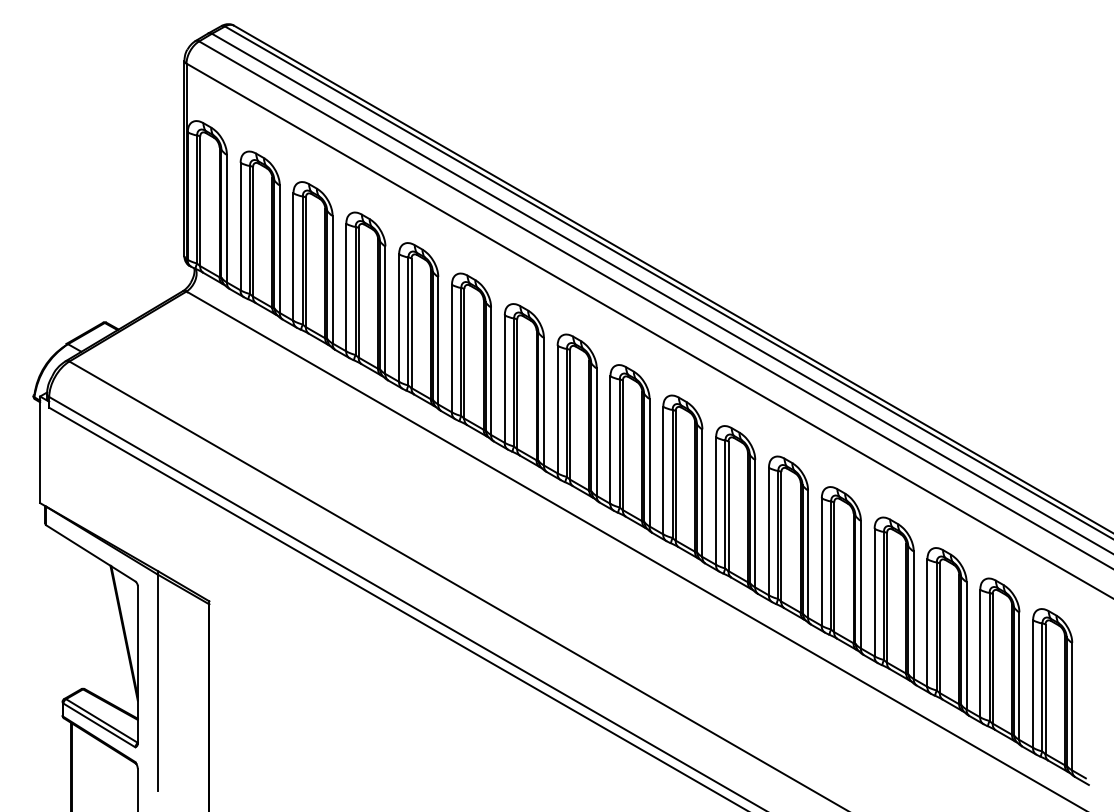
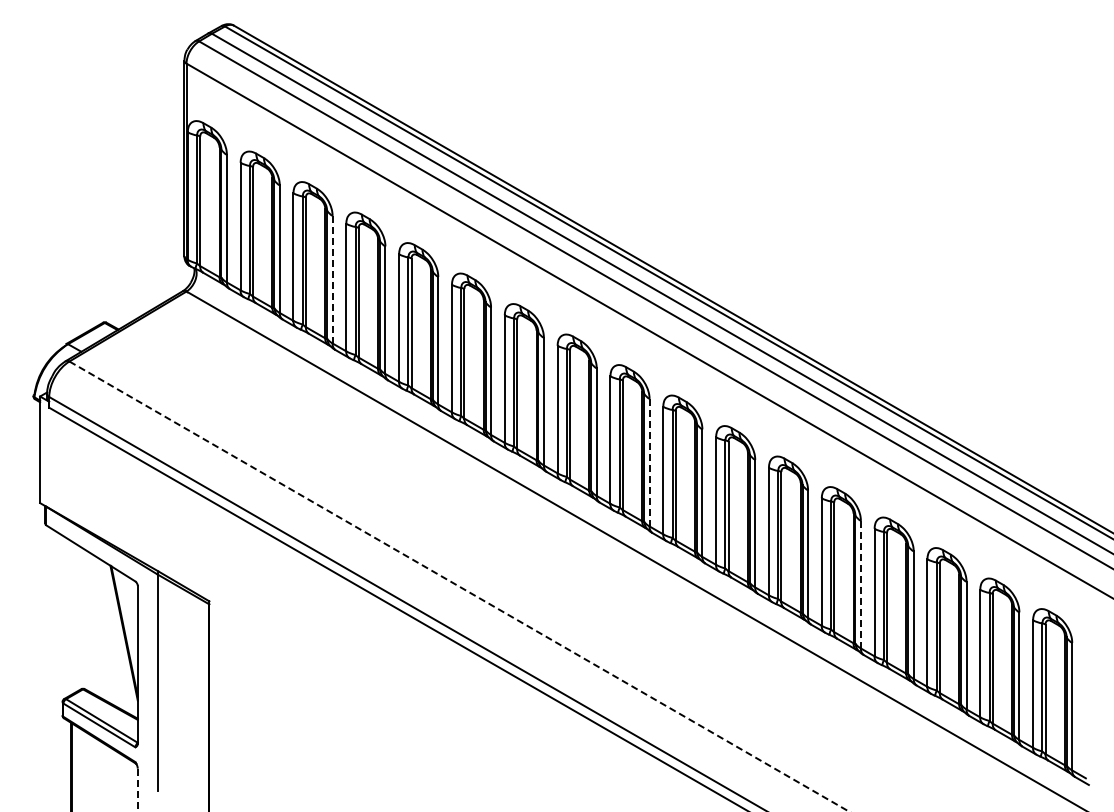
line at (332, 279): solid -> dashed
line at (649, 462): solid -> dashed
line at (860, 584): solid -> dashed
line at (459, 586): solid -> dashed
line at (137, 790): solid -> dashed
